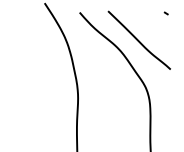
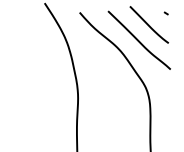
line at (148, 24): none -> present
